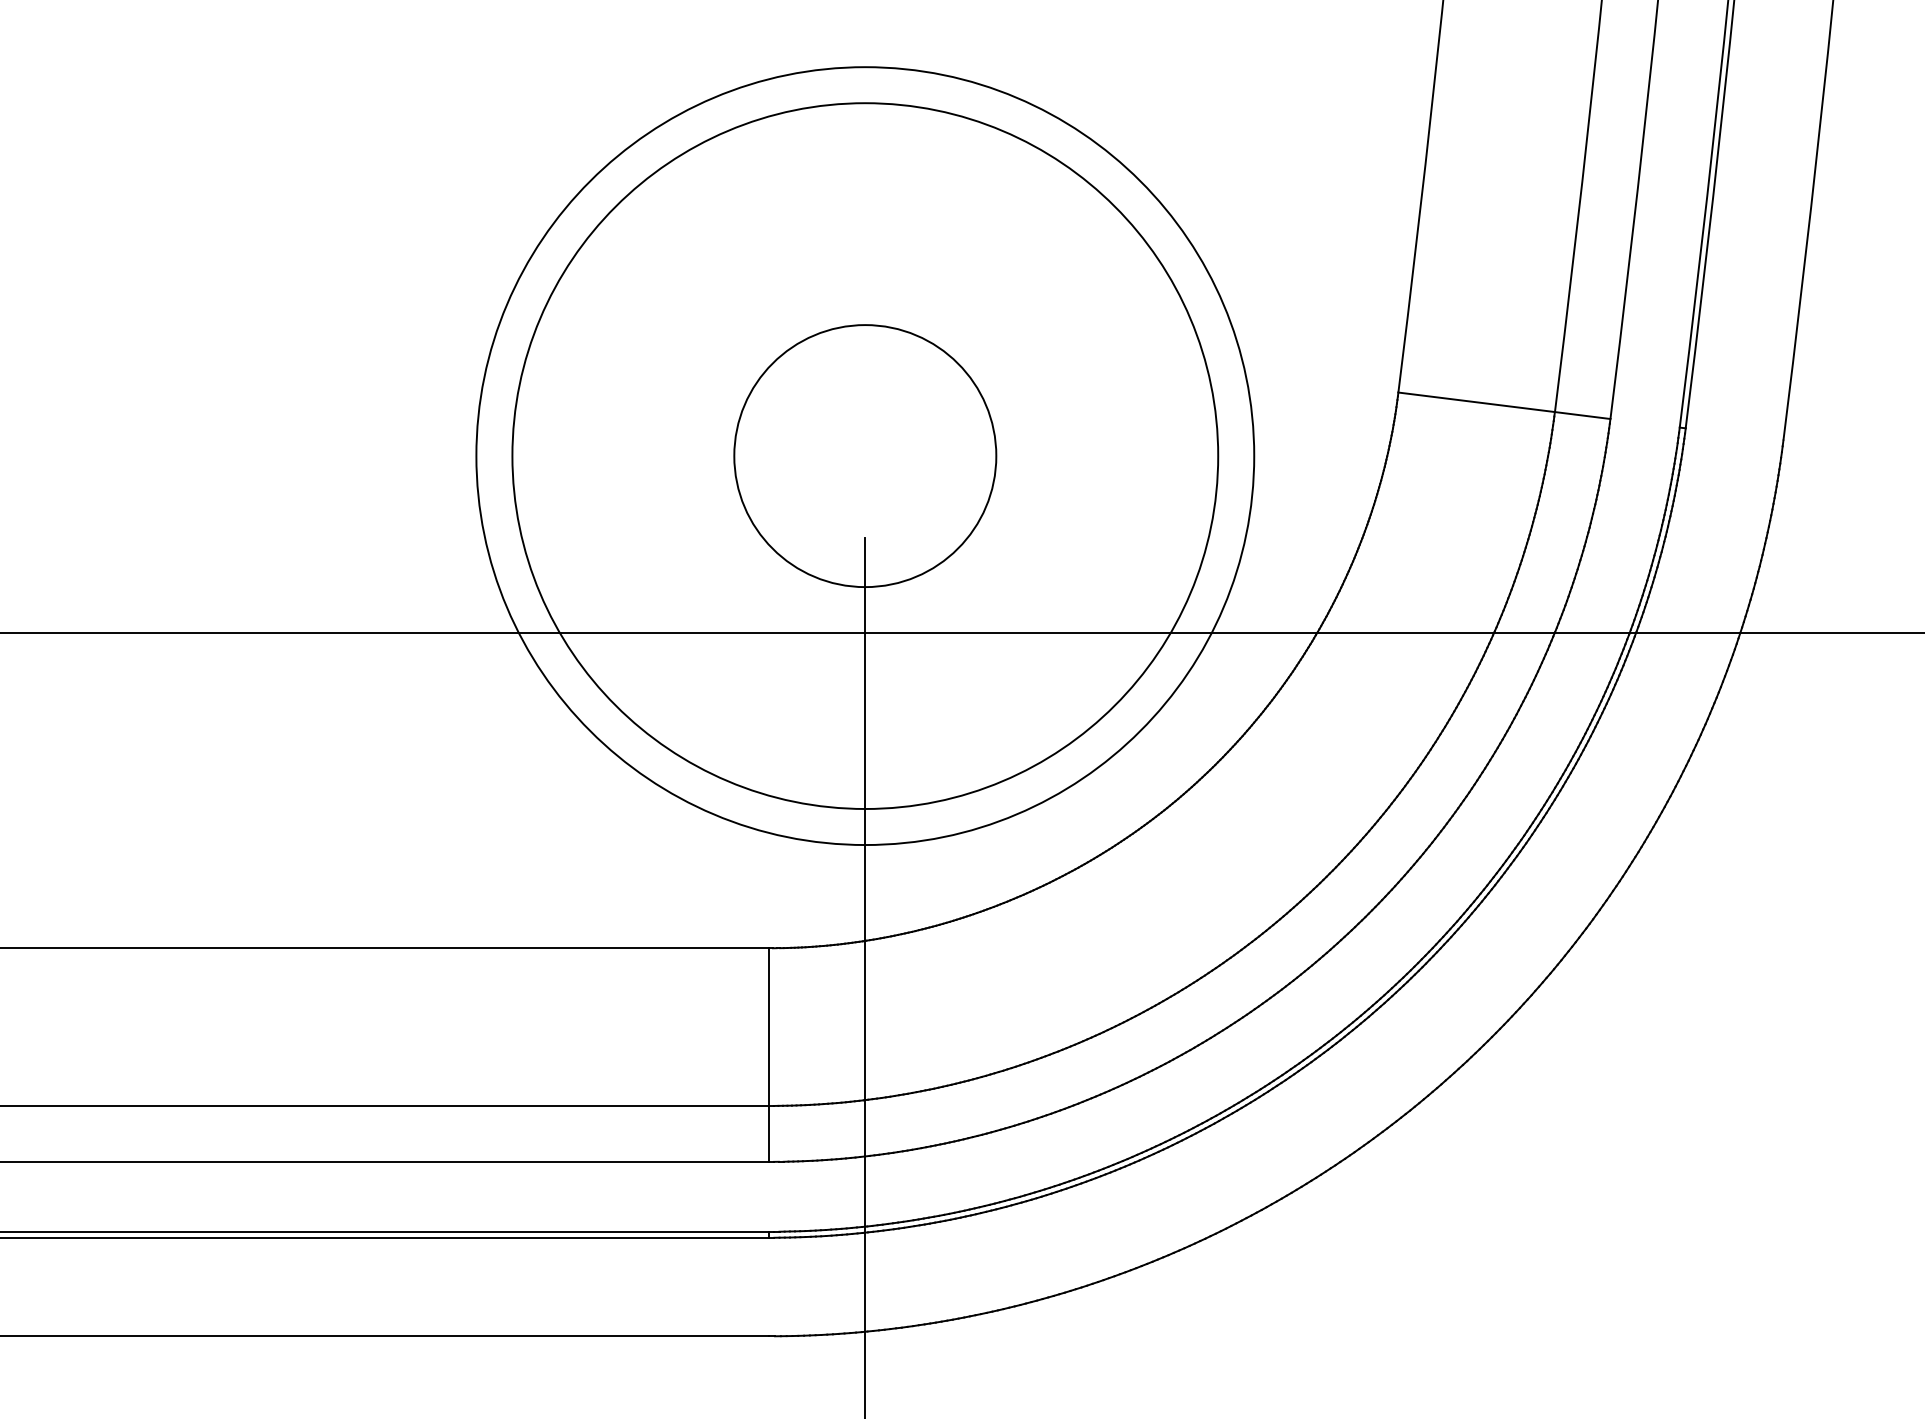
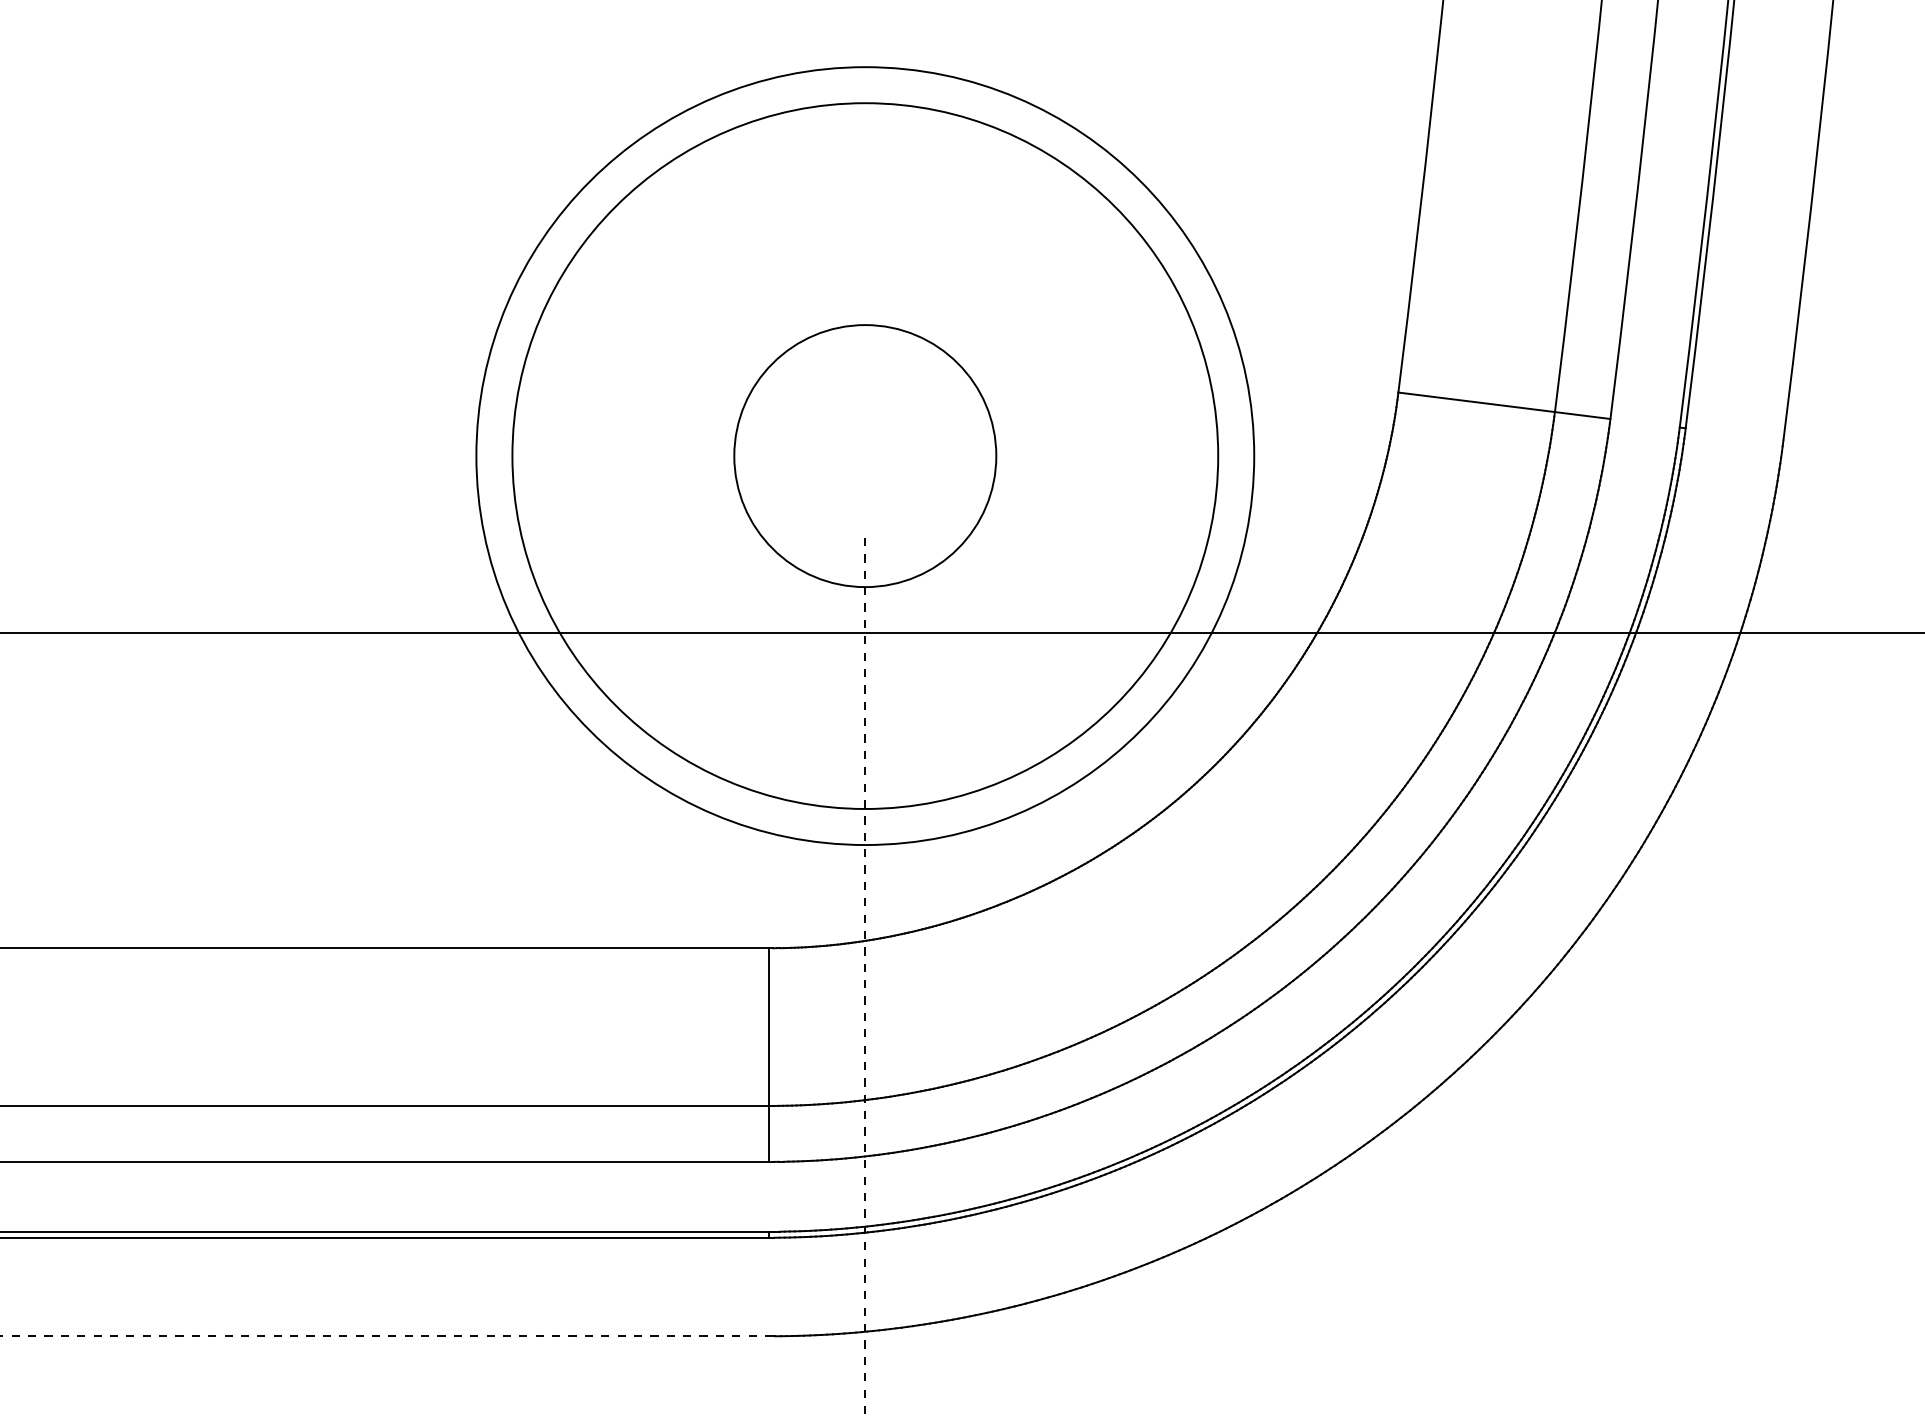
line at (865, 978): solid -> dashed
line at (384, 1336): solid -> dashed
